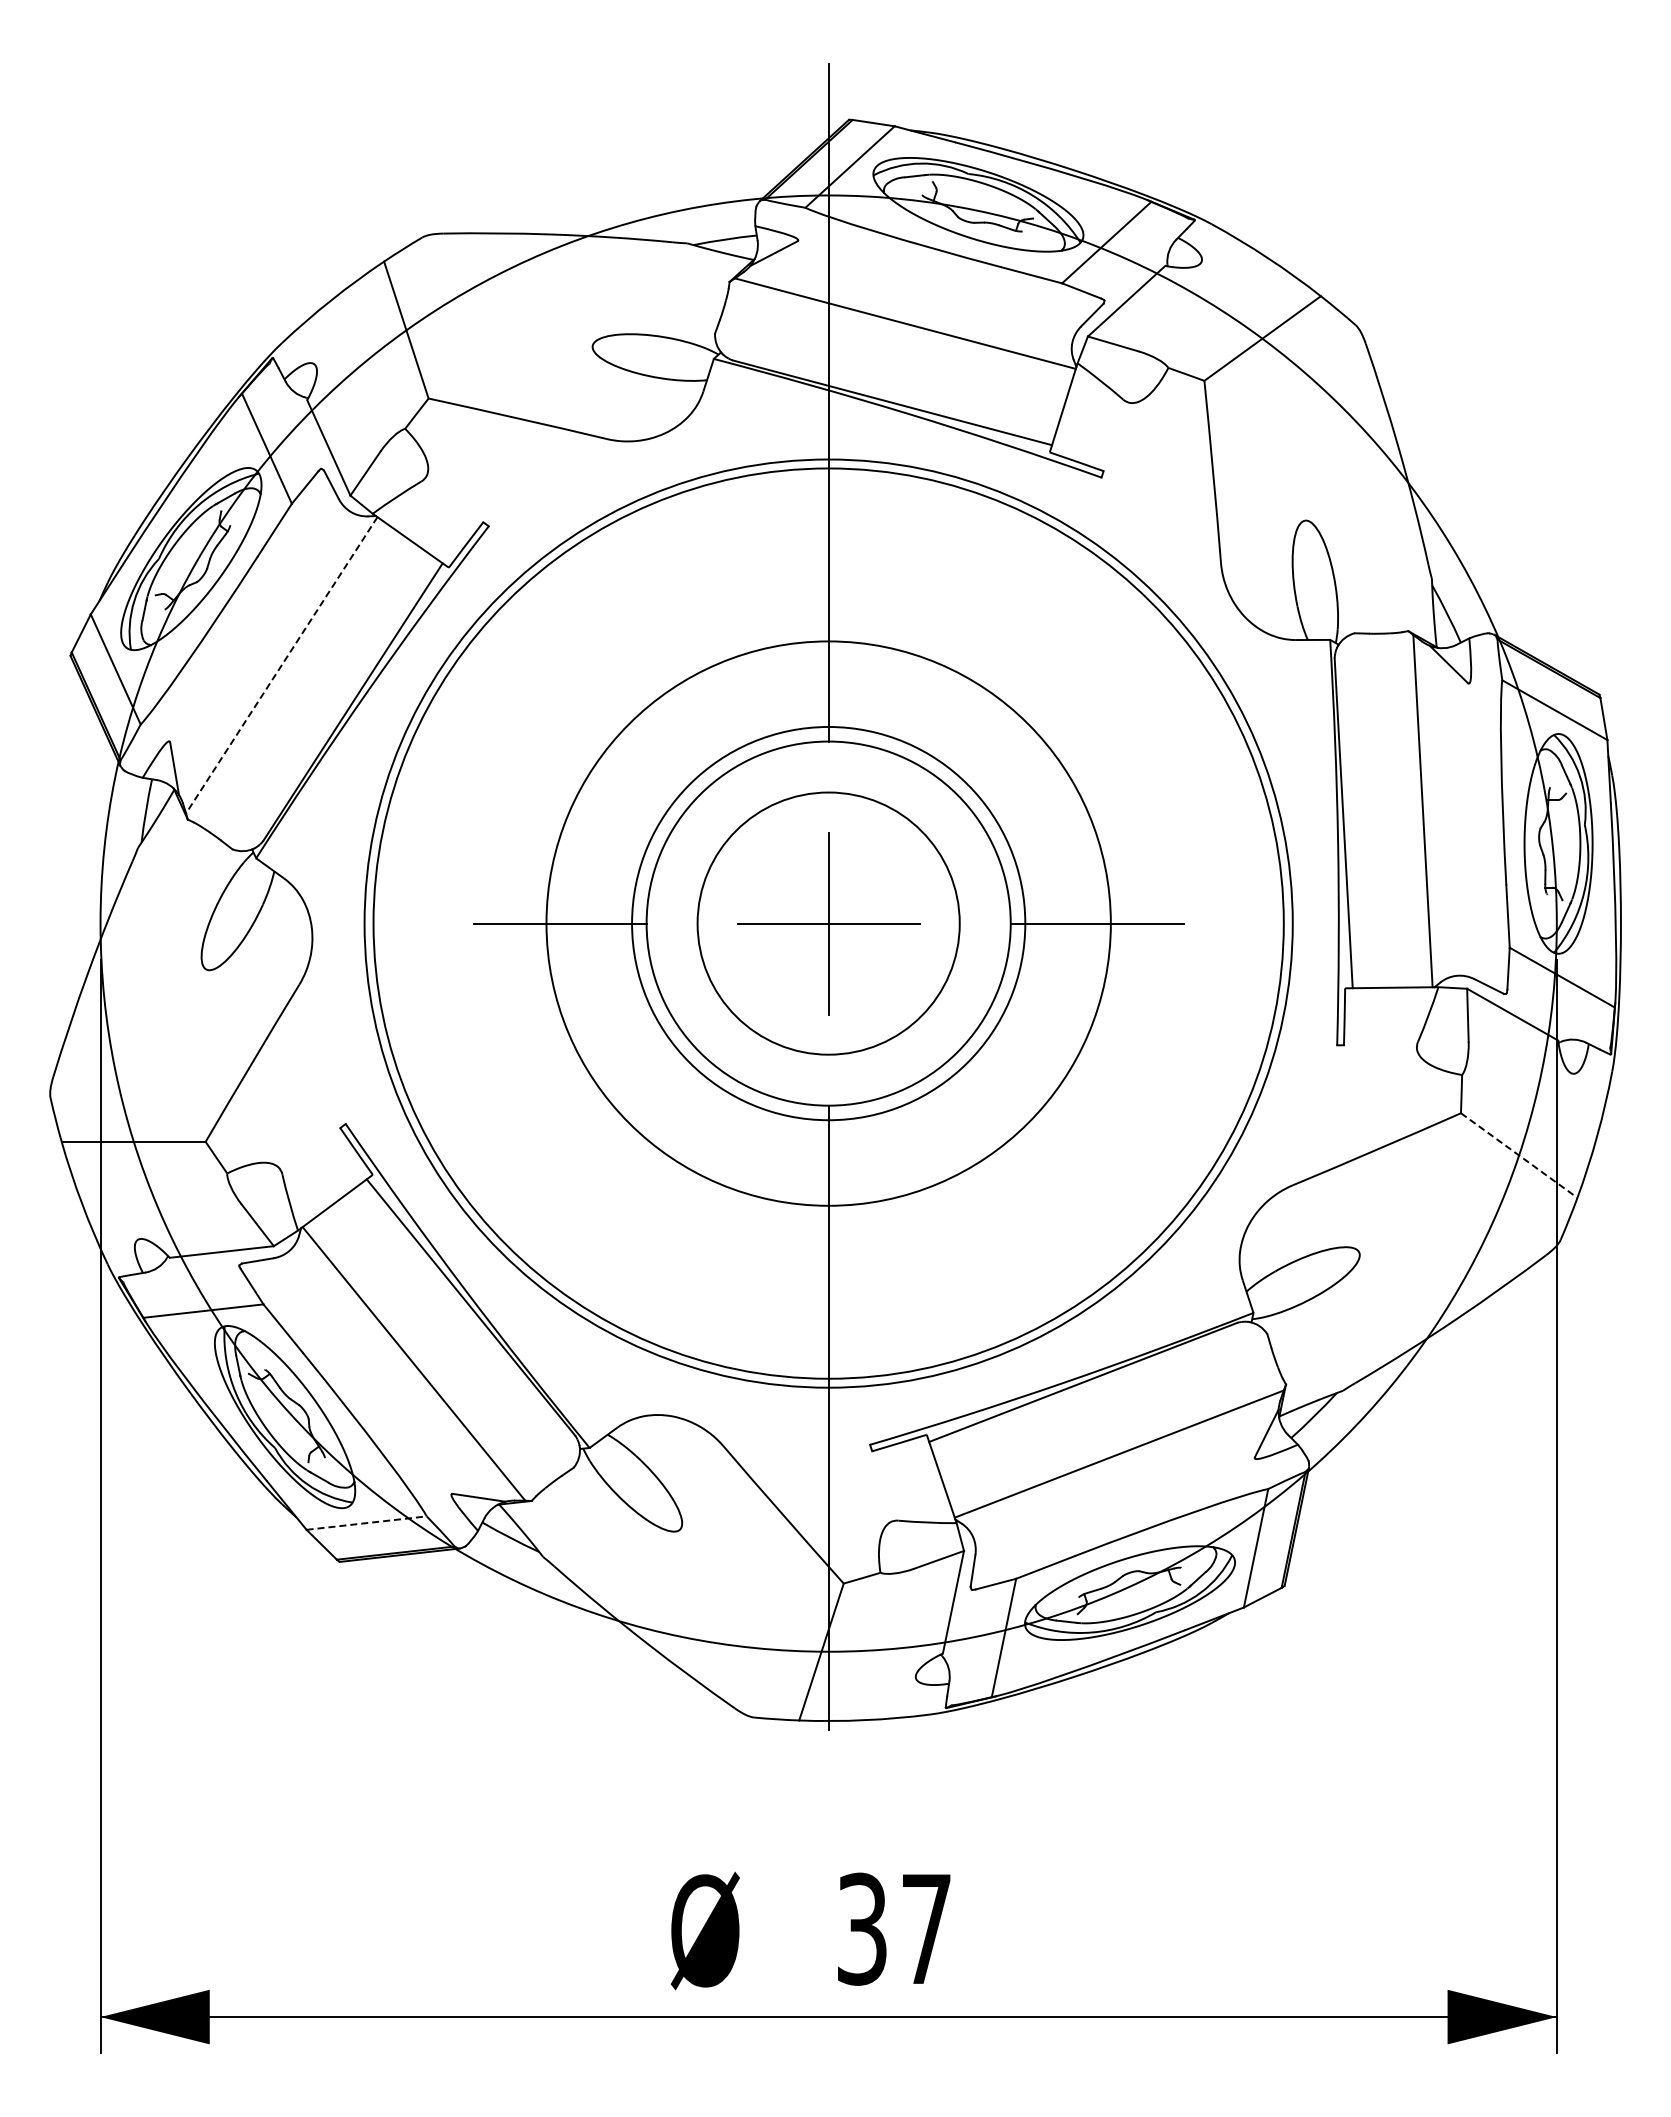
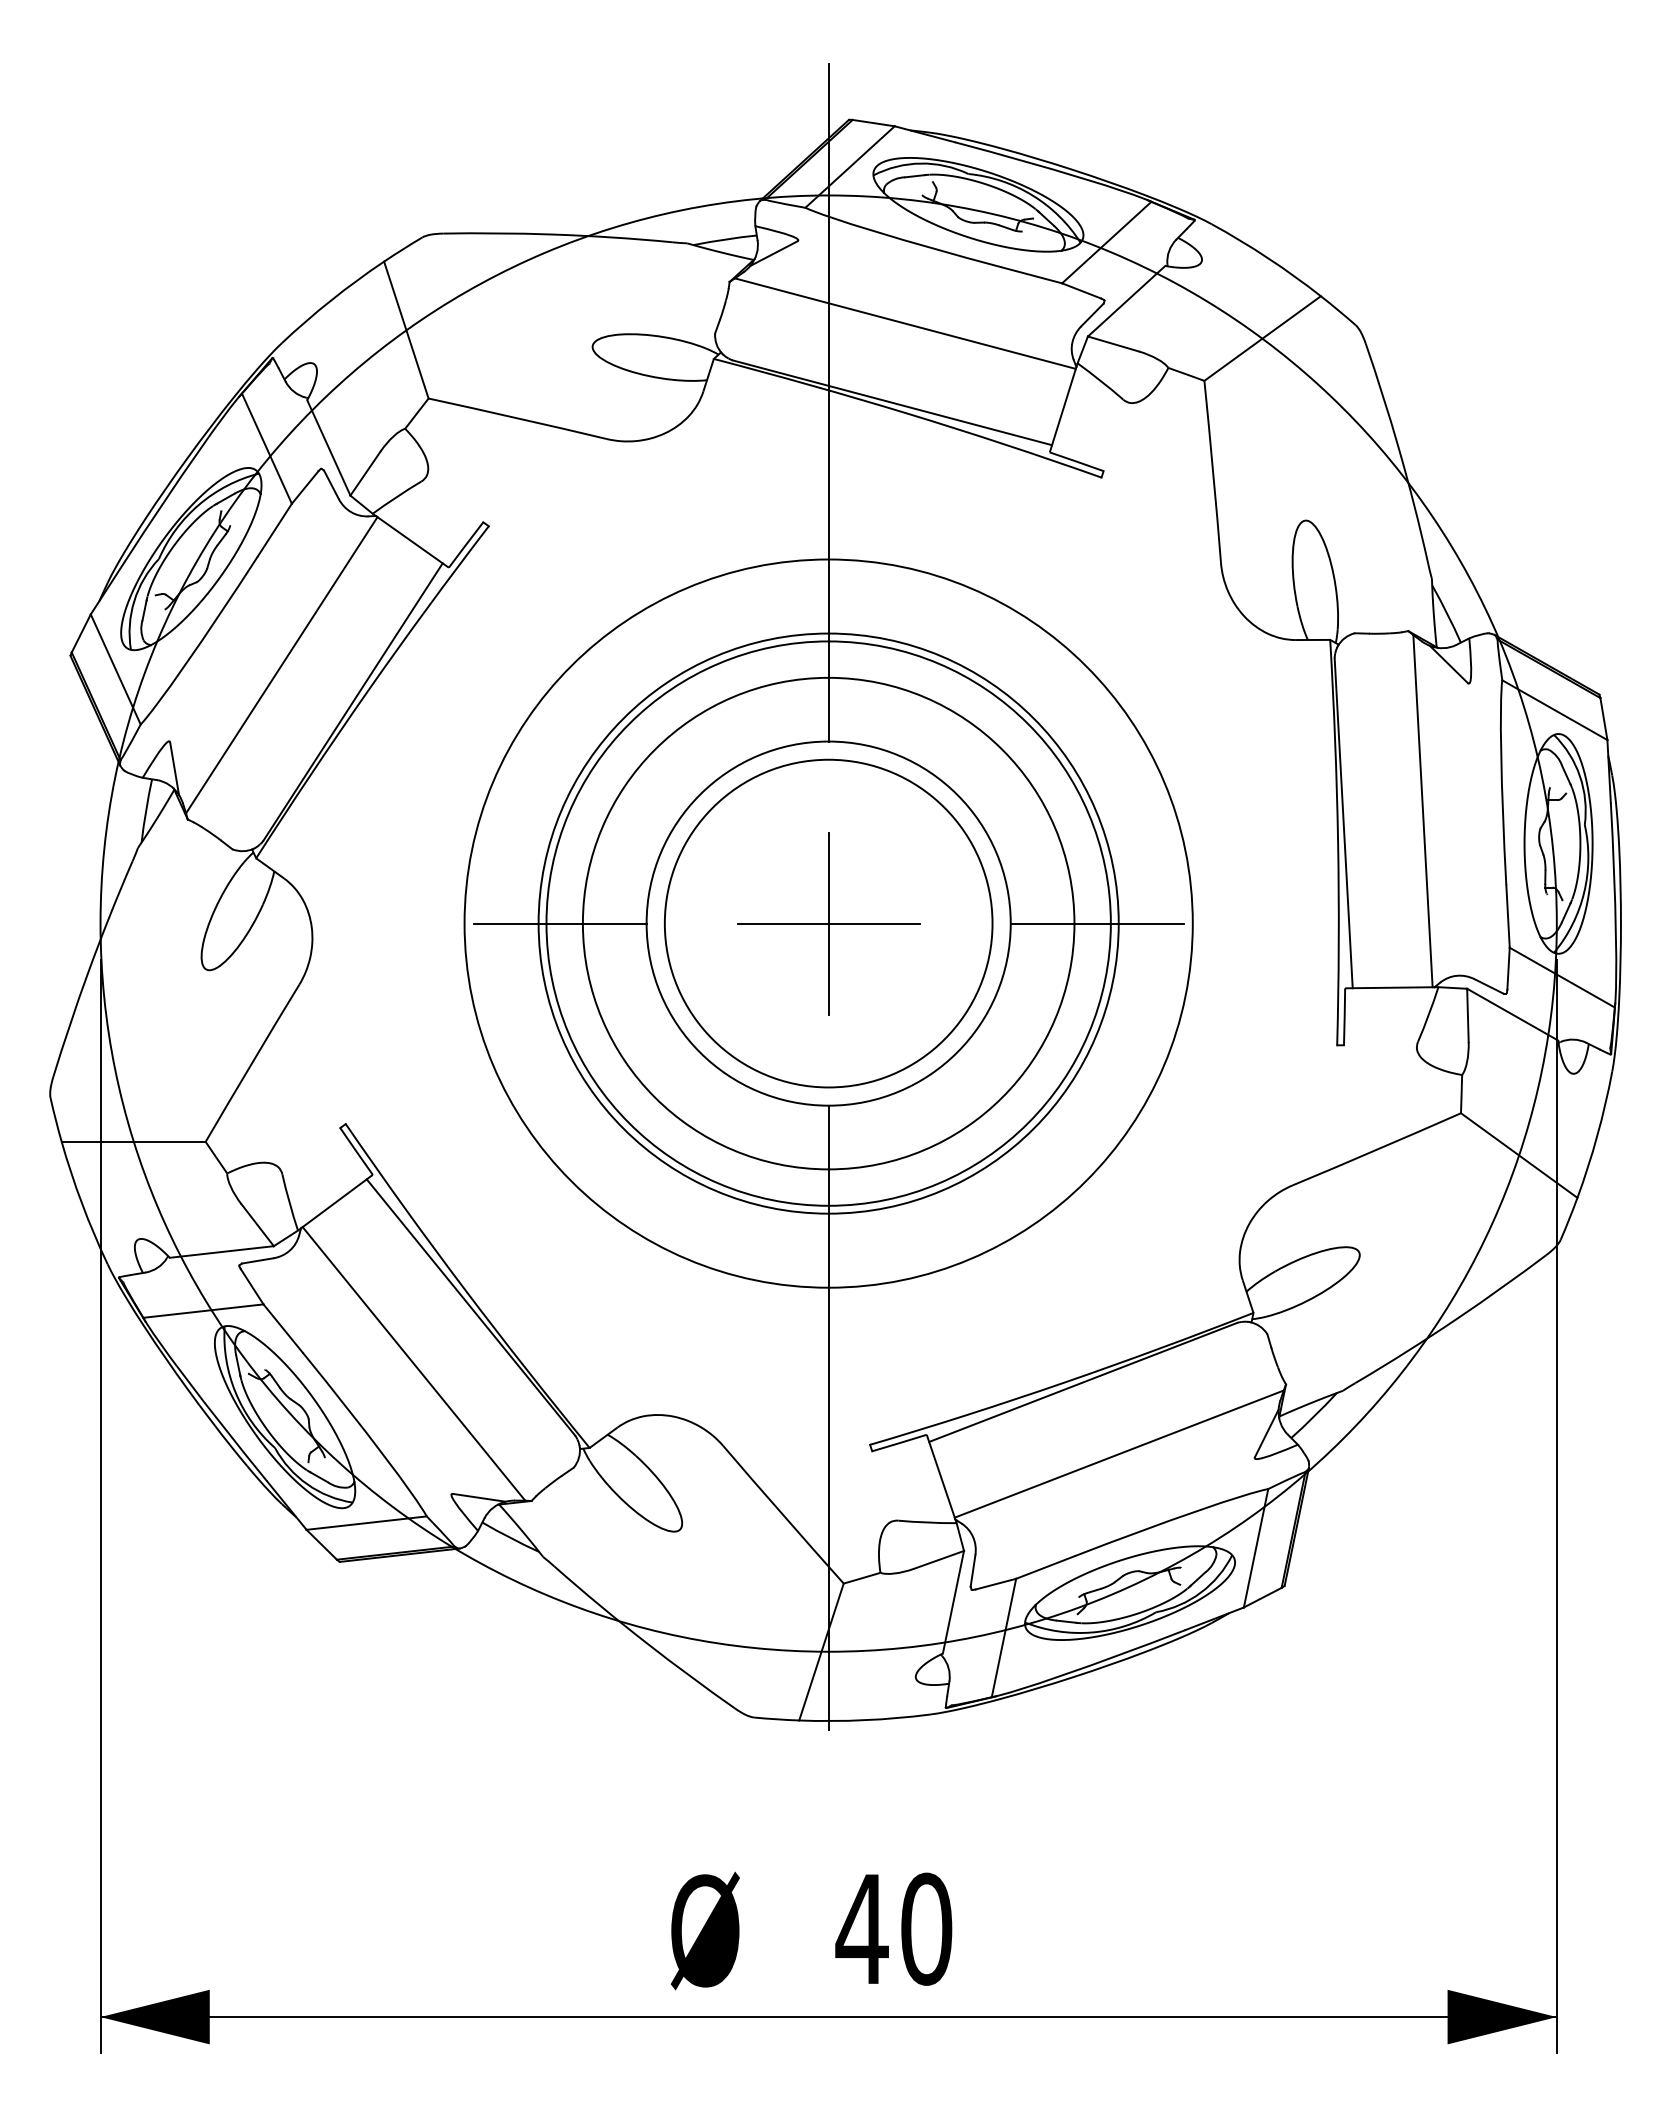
line at (281, 665): dashed -> solid
circle at (828, 923) diameter: 262 px -> 328 px
circle at (828, 923) diameter: 393 px -> 492 px
circle at (828, 923) diameter: 910 px -> 728 px
circle at (828, 923) diameter: 928 px -> 580 px
line at (1519, 1155): dashed -> solid
line at (367, 1523): dashed -> solid
text at (893, 1928): 37 -> 40
